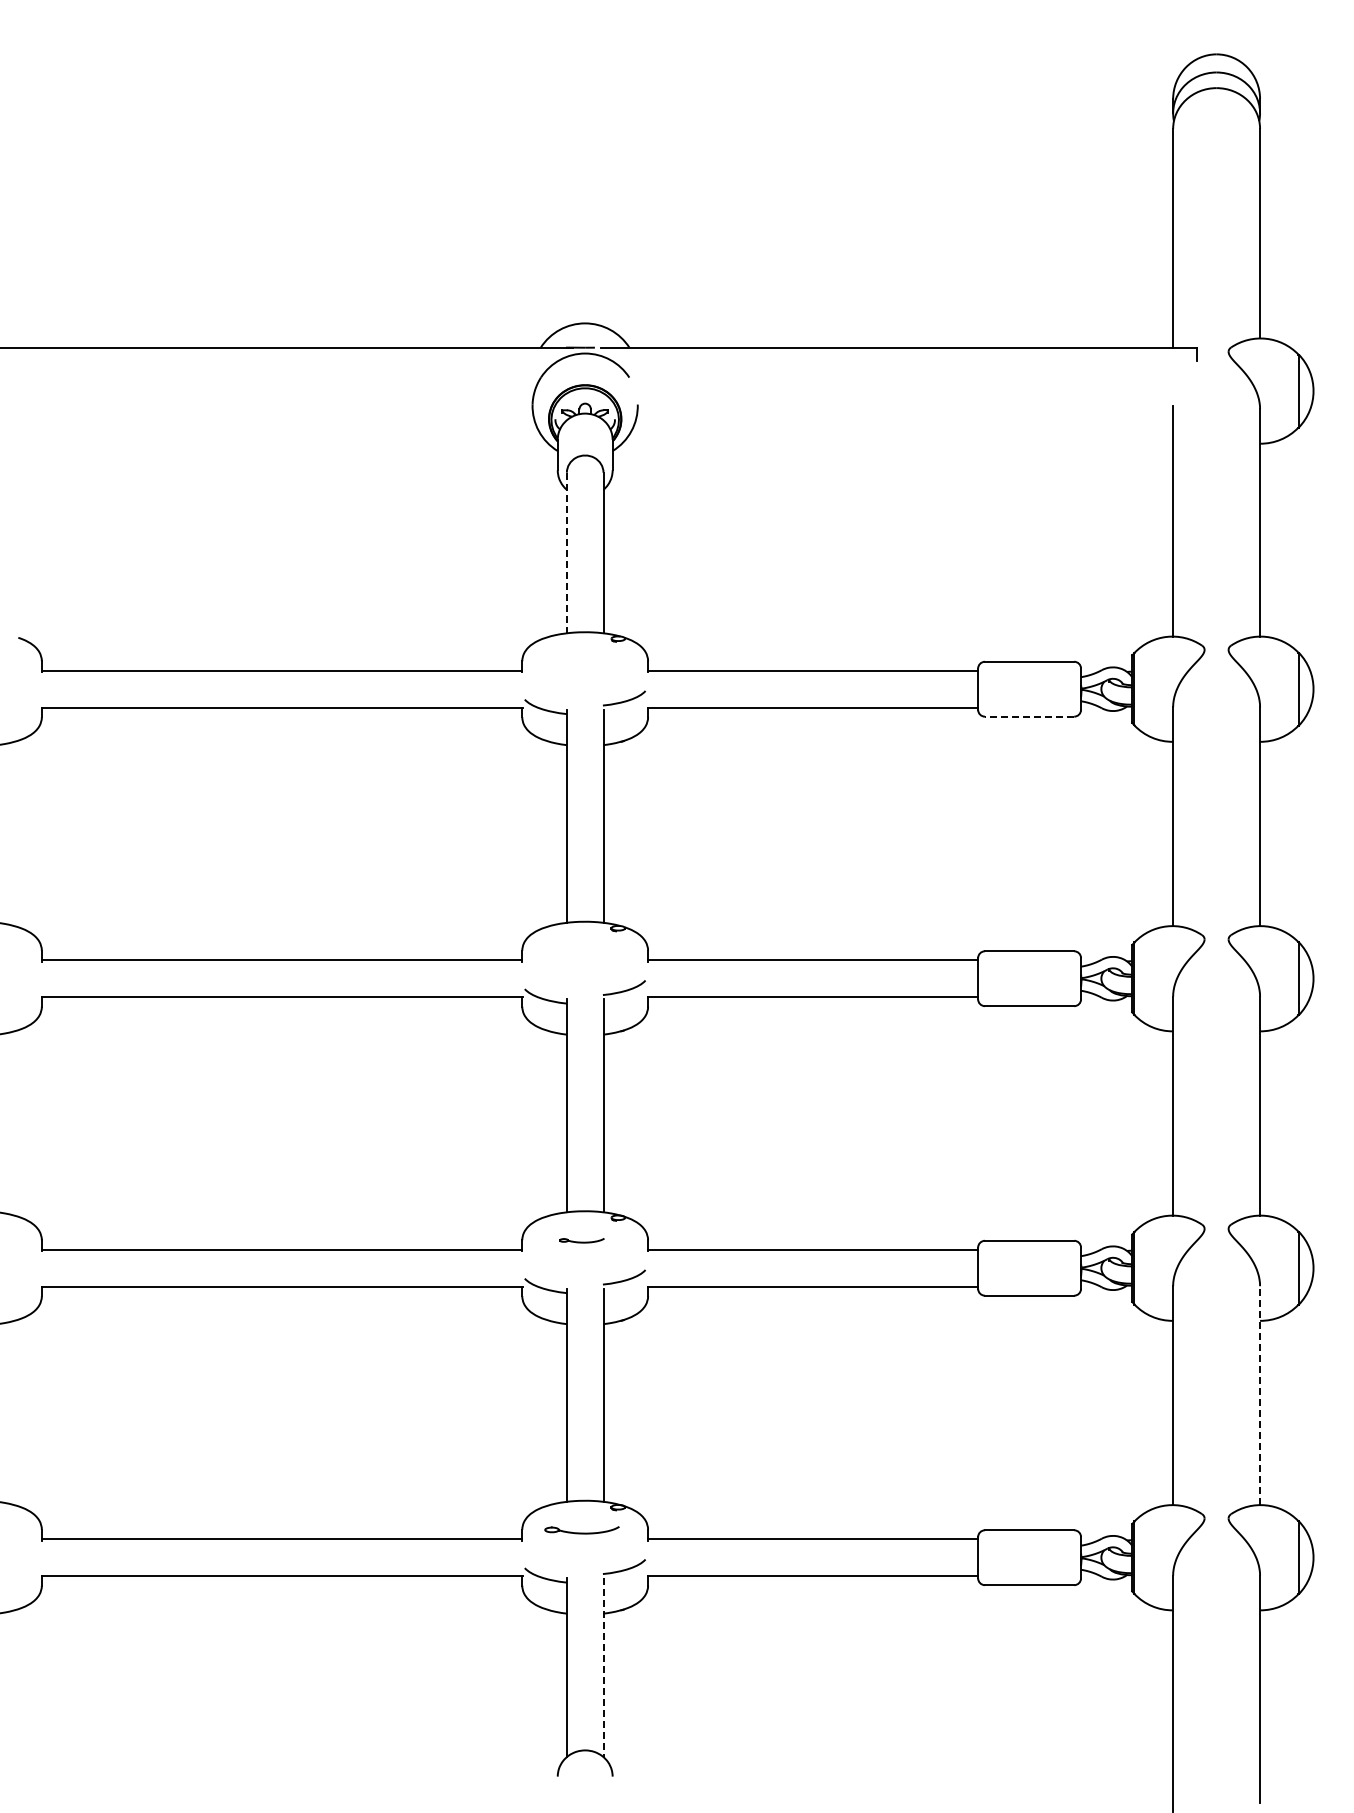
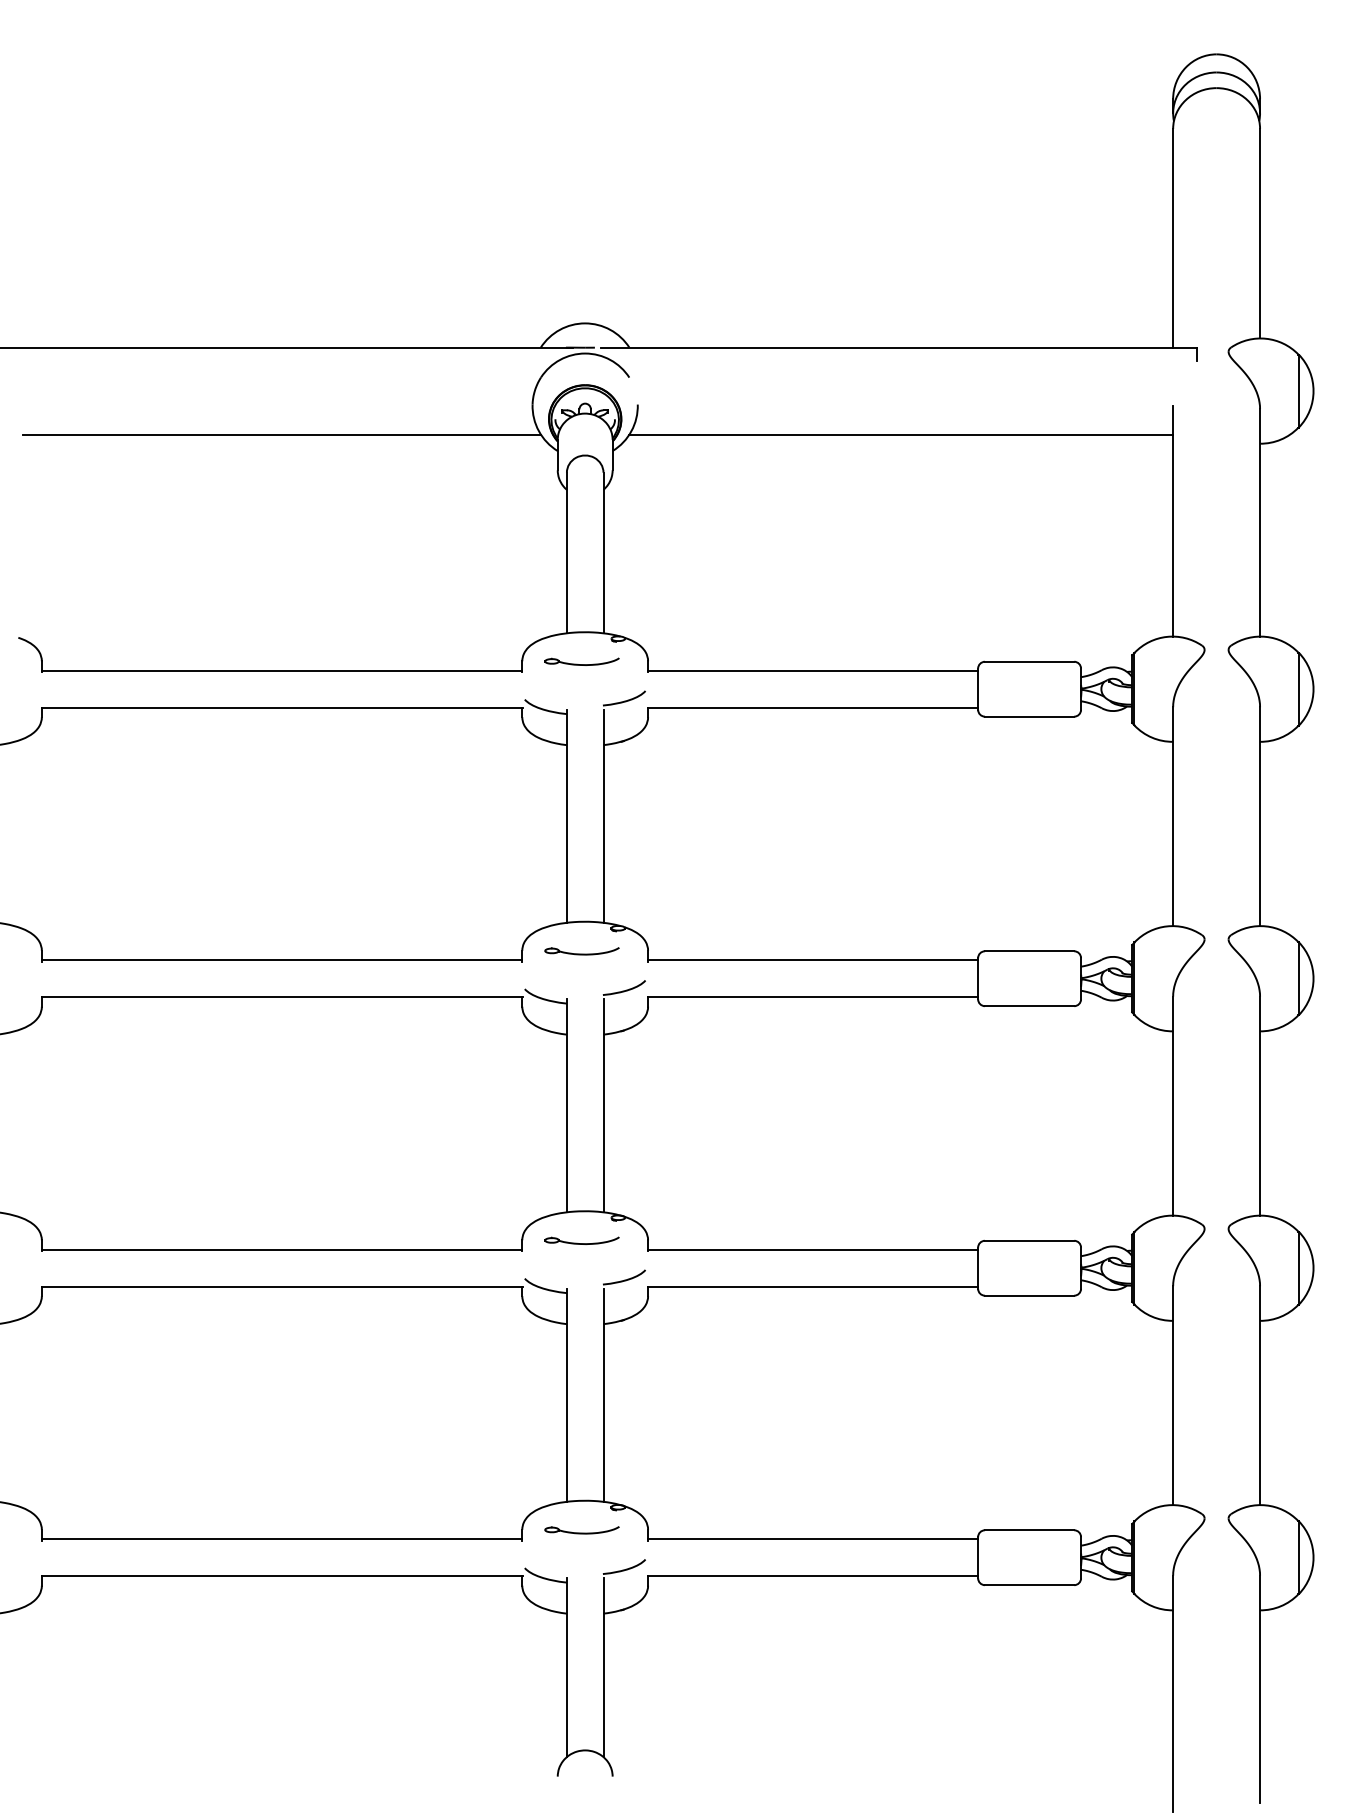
line at (281, 434): none -> present
line at (901, 434): none -> present
line at (566, 553): dashed -> solid
part at (581, 661): none -> present
line at (1029, 716): dashed -> solid
part at (581, 951): none -> present
part at (581, 1240) size: 46x6 px -> 76x9 px
line at (1260, 1395): dashed -> solid
line at (603, 1668): dashed -> solid
